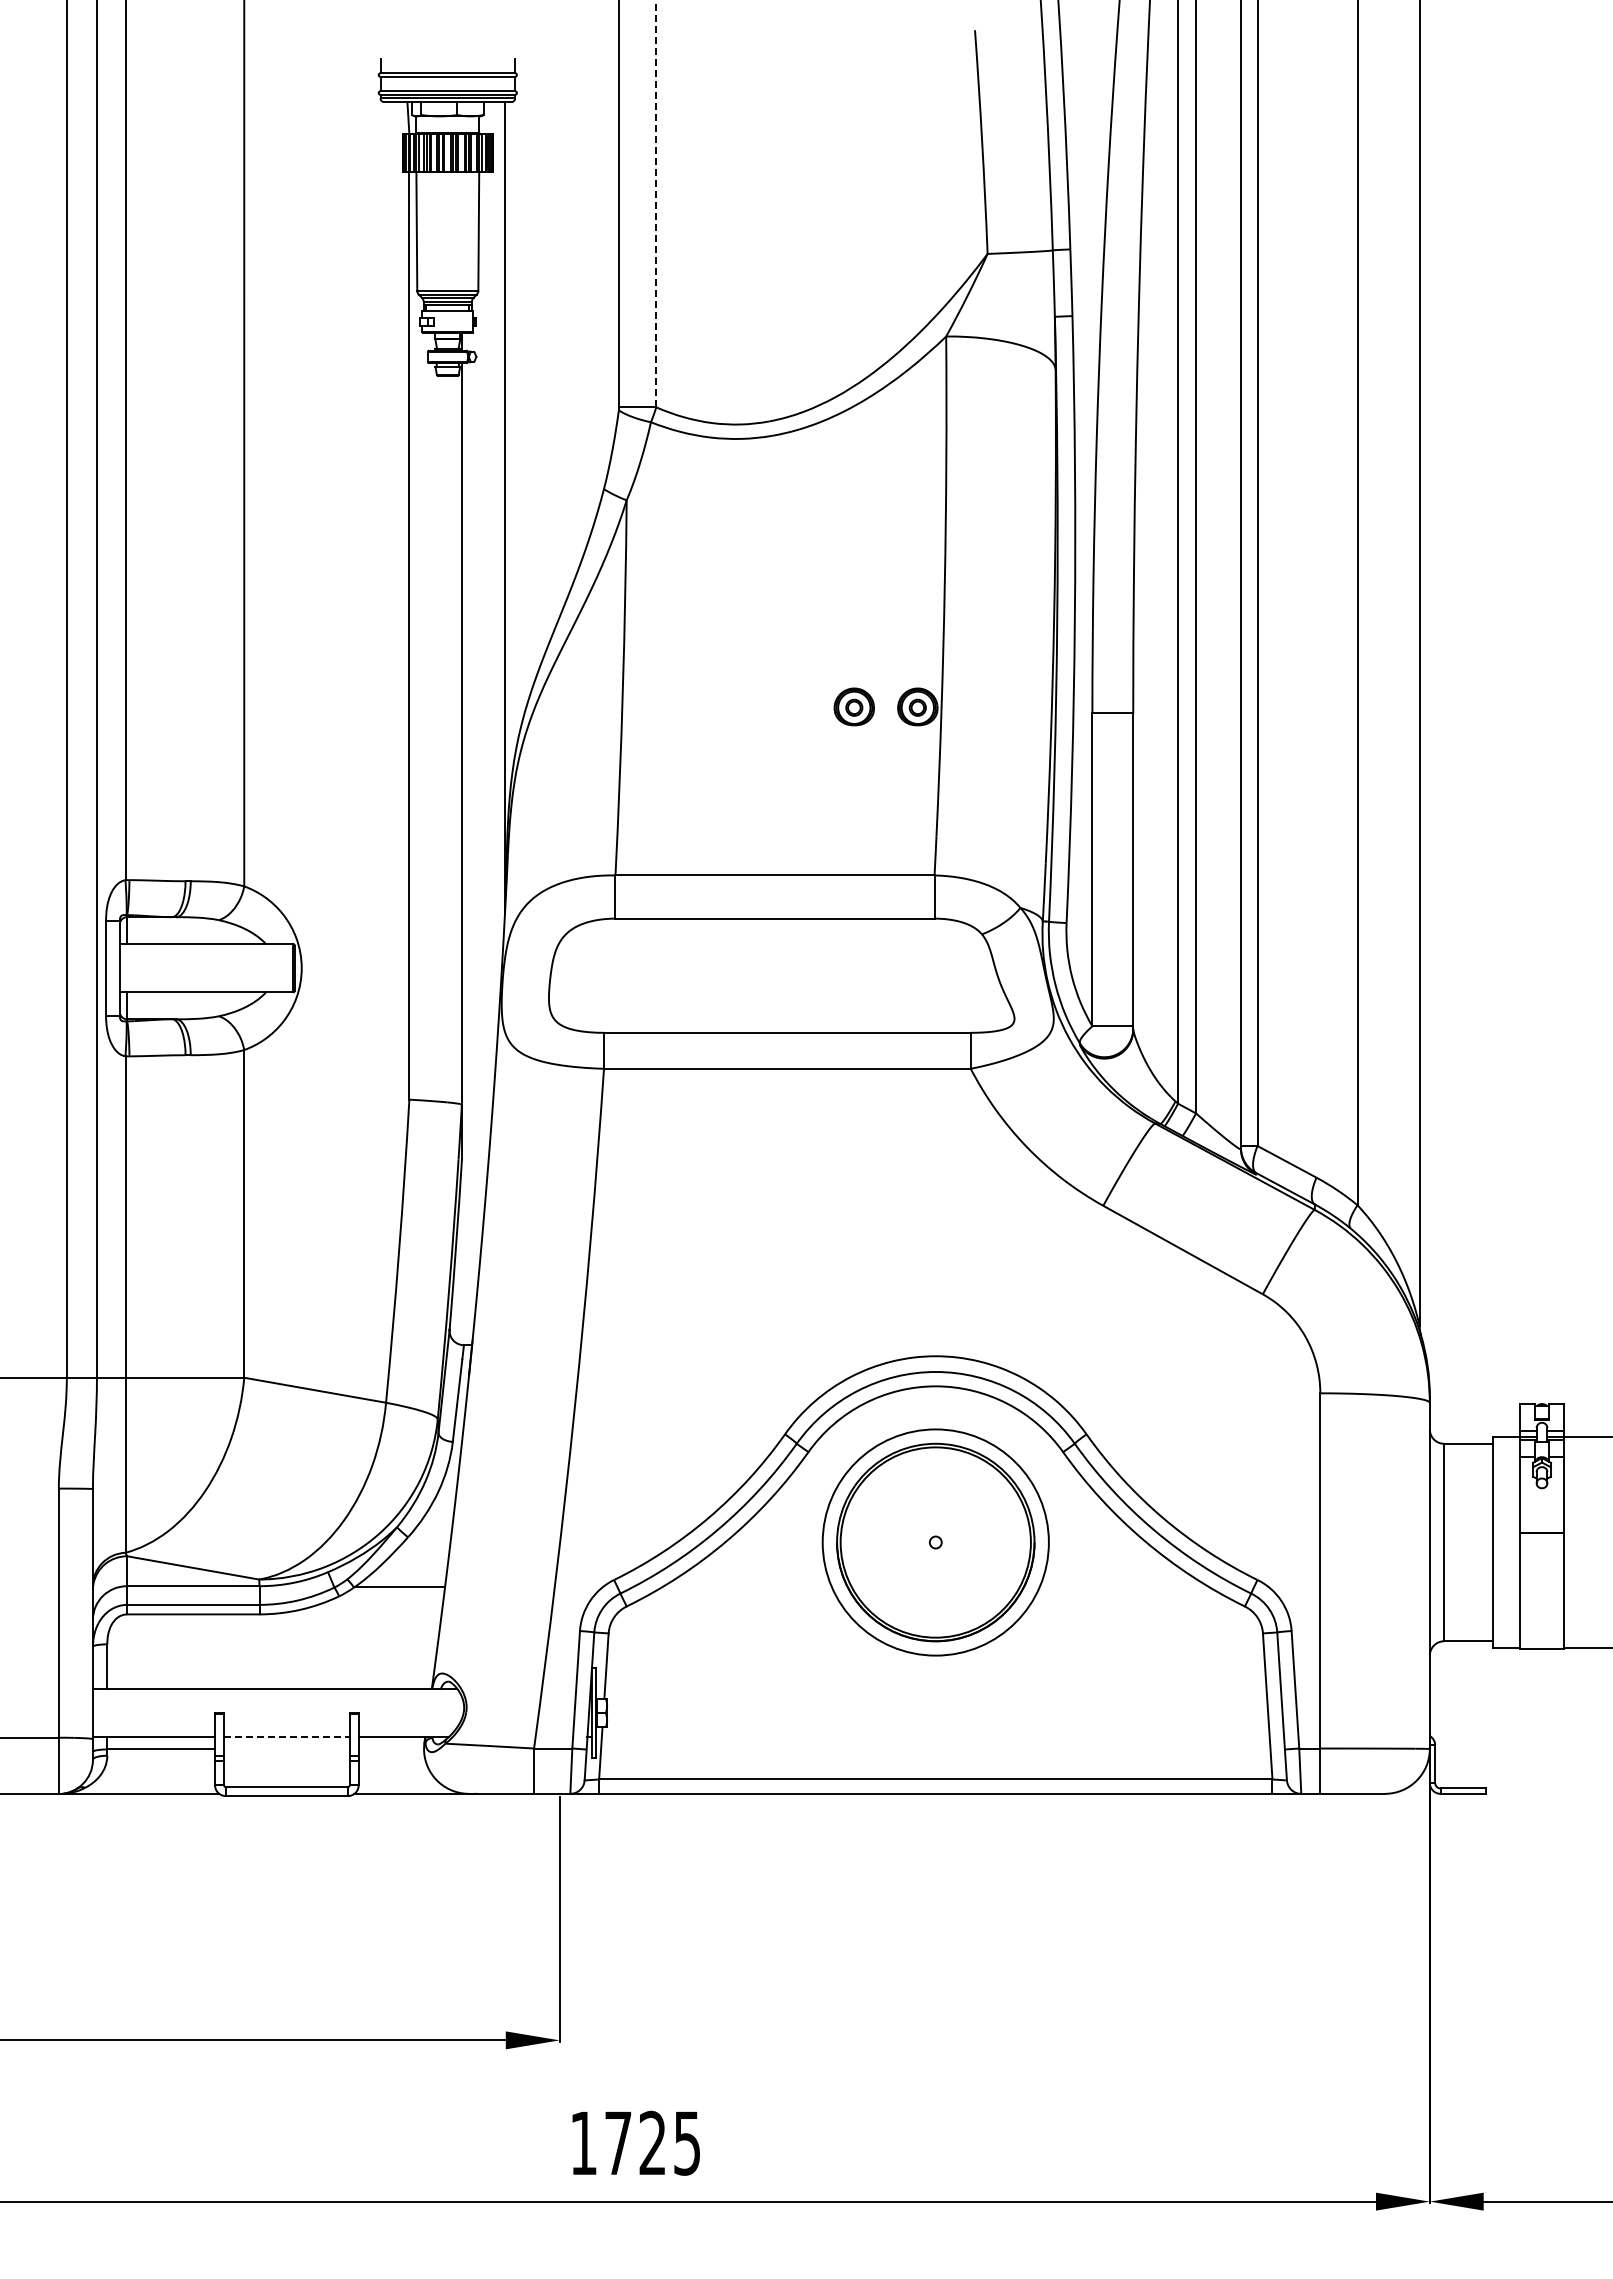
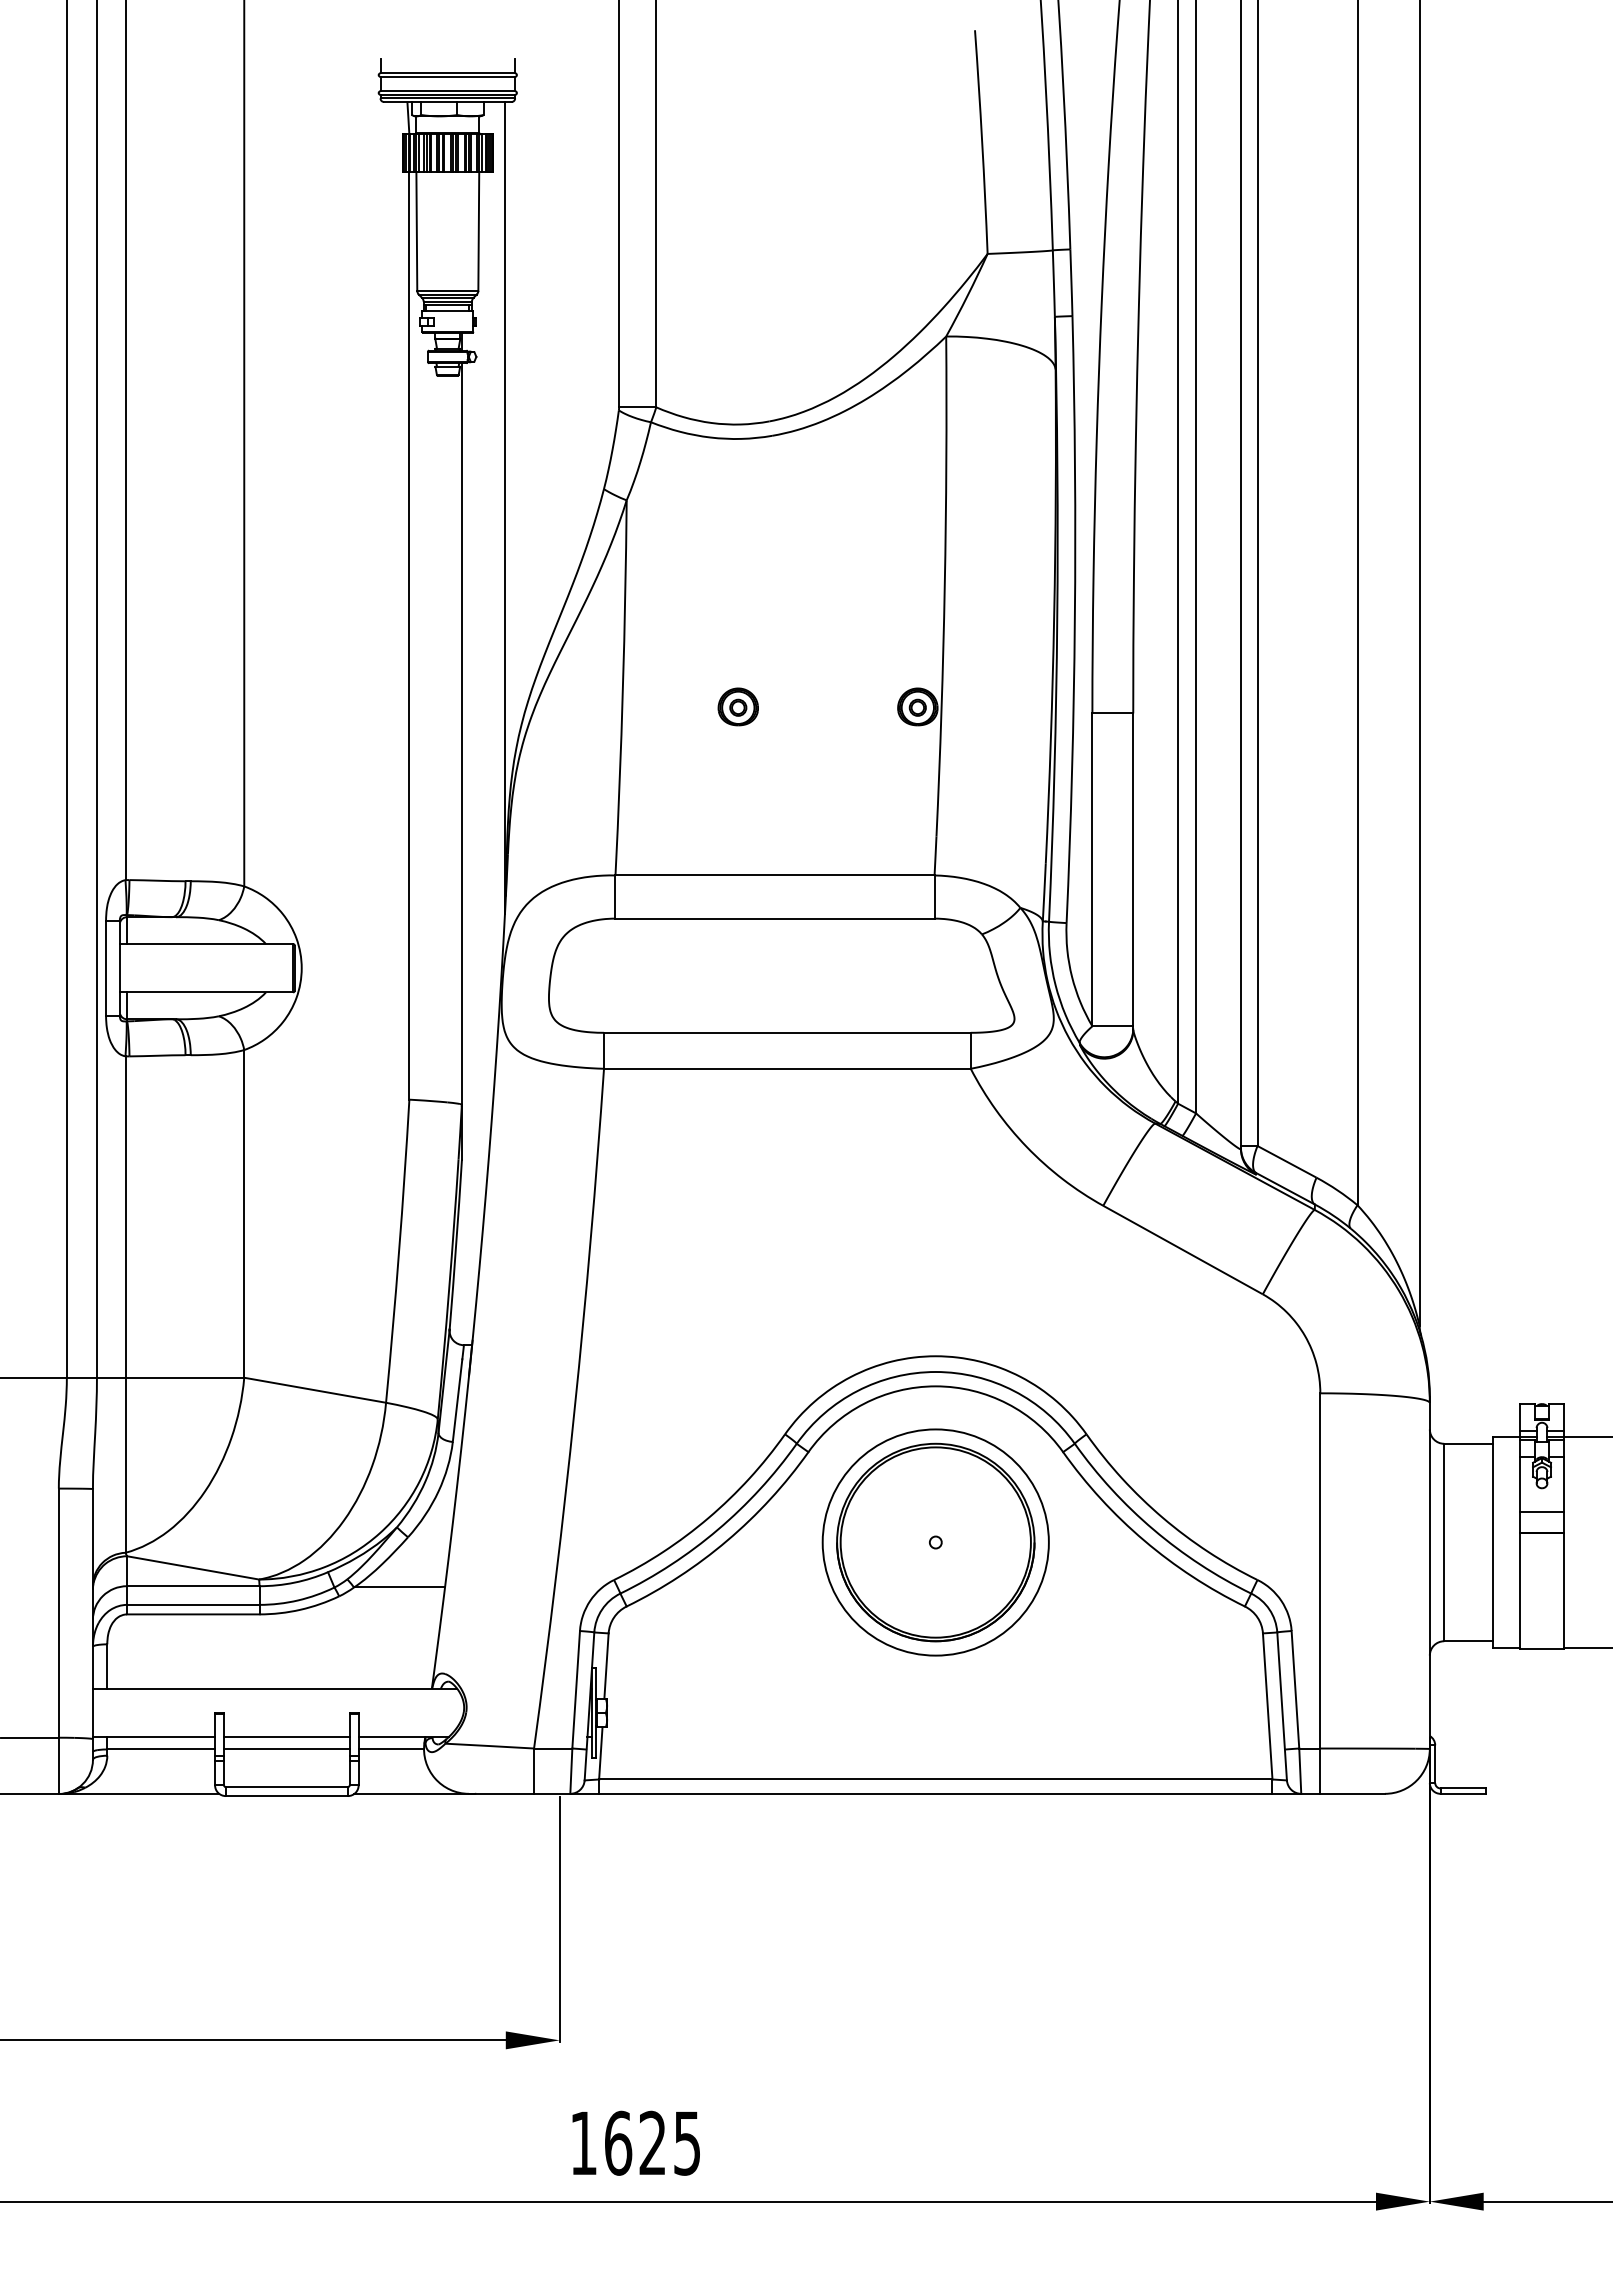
line at (656, 203): dashed -> solid
part at (853, 706) position: (853, 706) -> (737, 706)
line at (1541, 1512): none -> present
line at (286, 1737): dashed -> solid
line at (286, 1749): none -> present
line at (391, 1749): none -> present
text at (618, 2142): 1725 -> 1625
